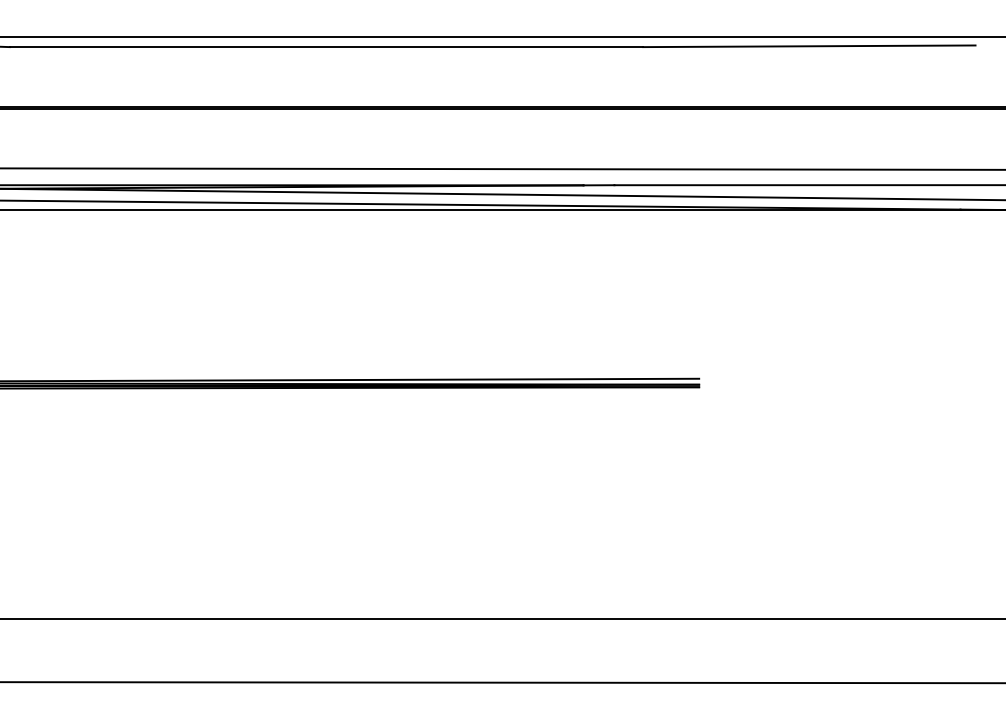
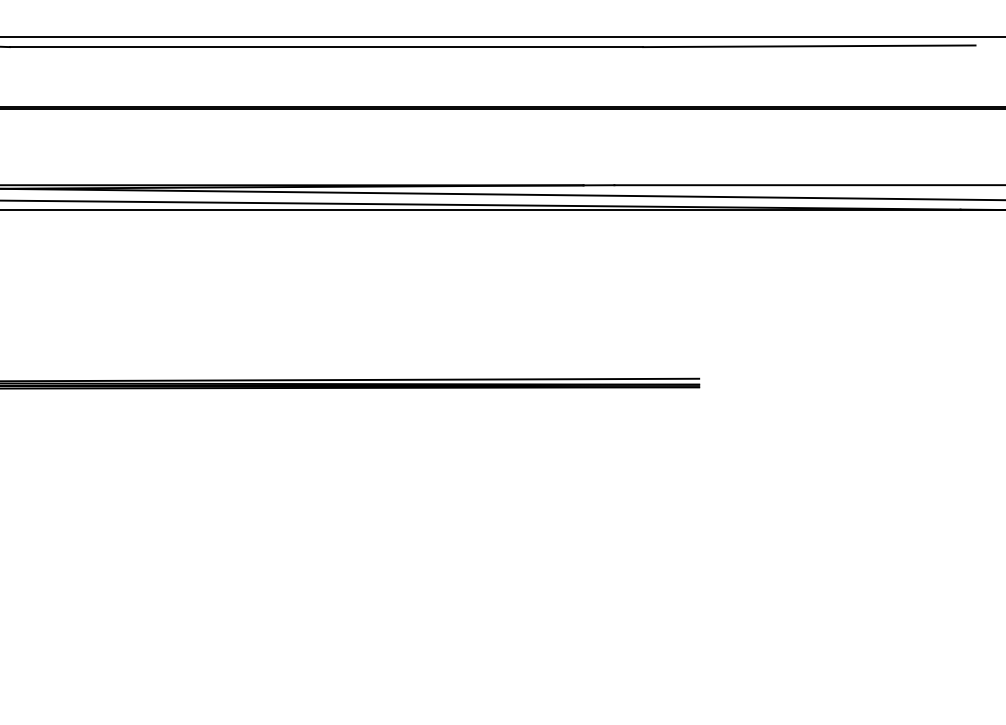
line at (502, 168): present -> none
line at (502, 619): present -> none
line at (502, 682): present -> none
